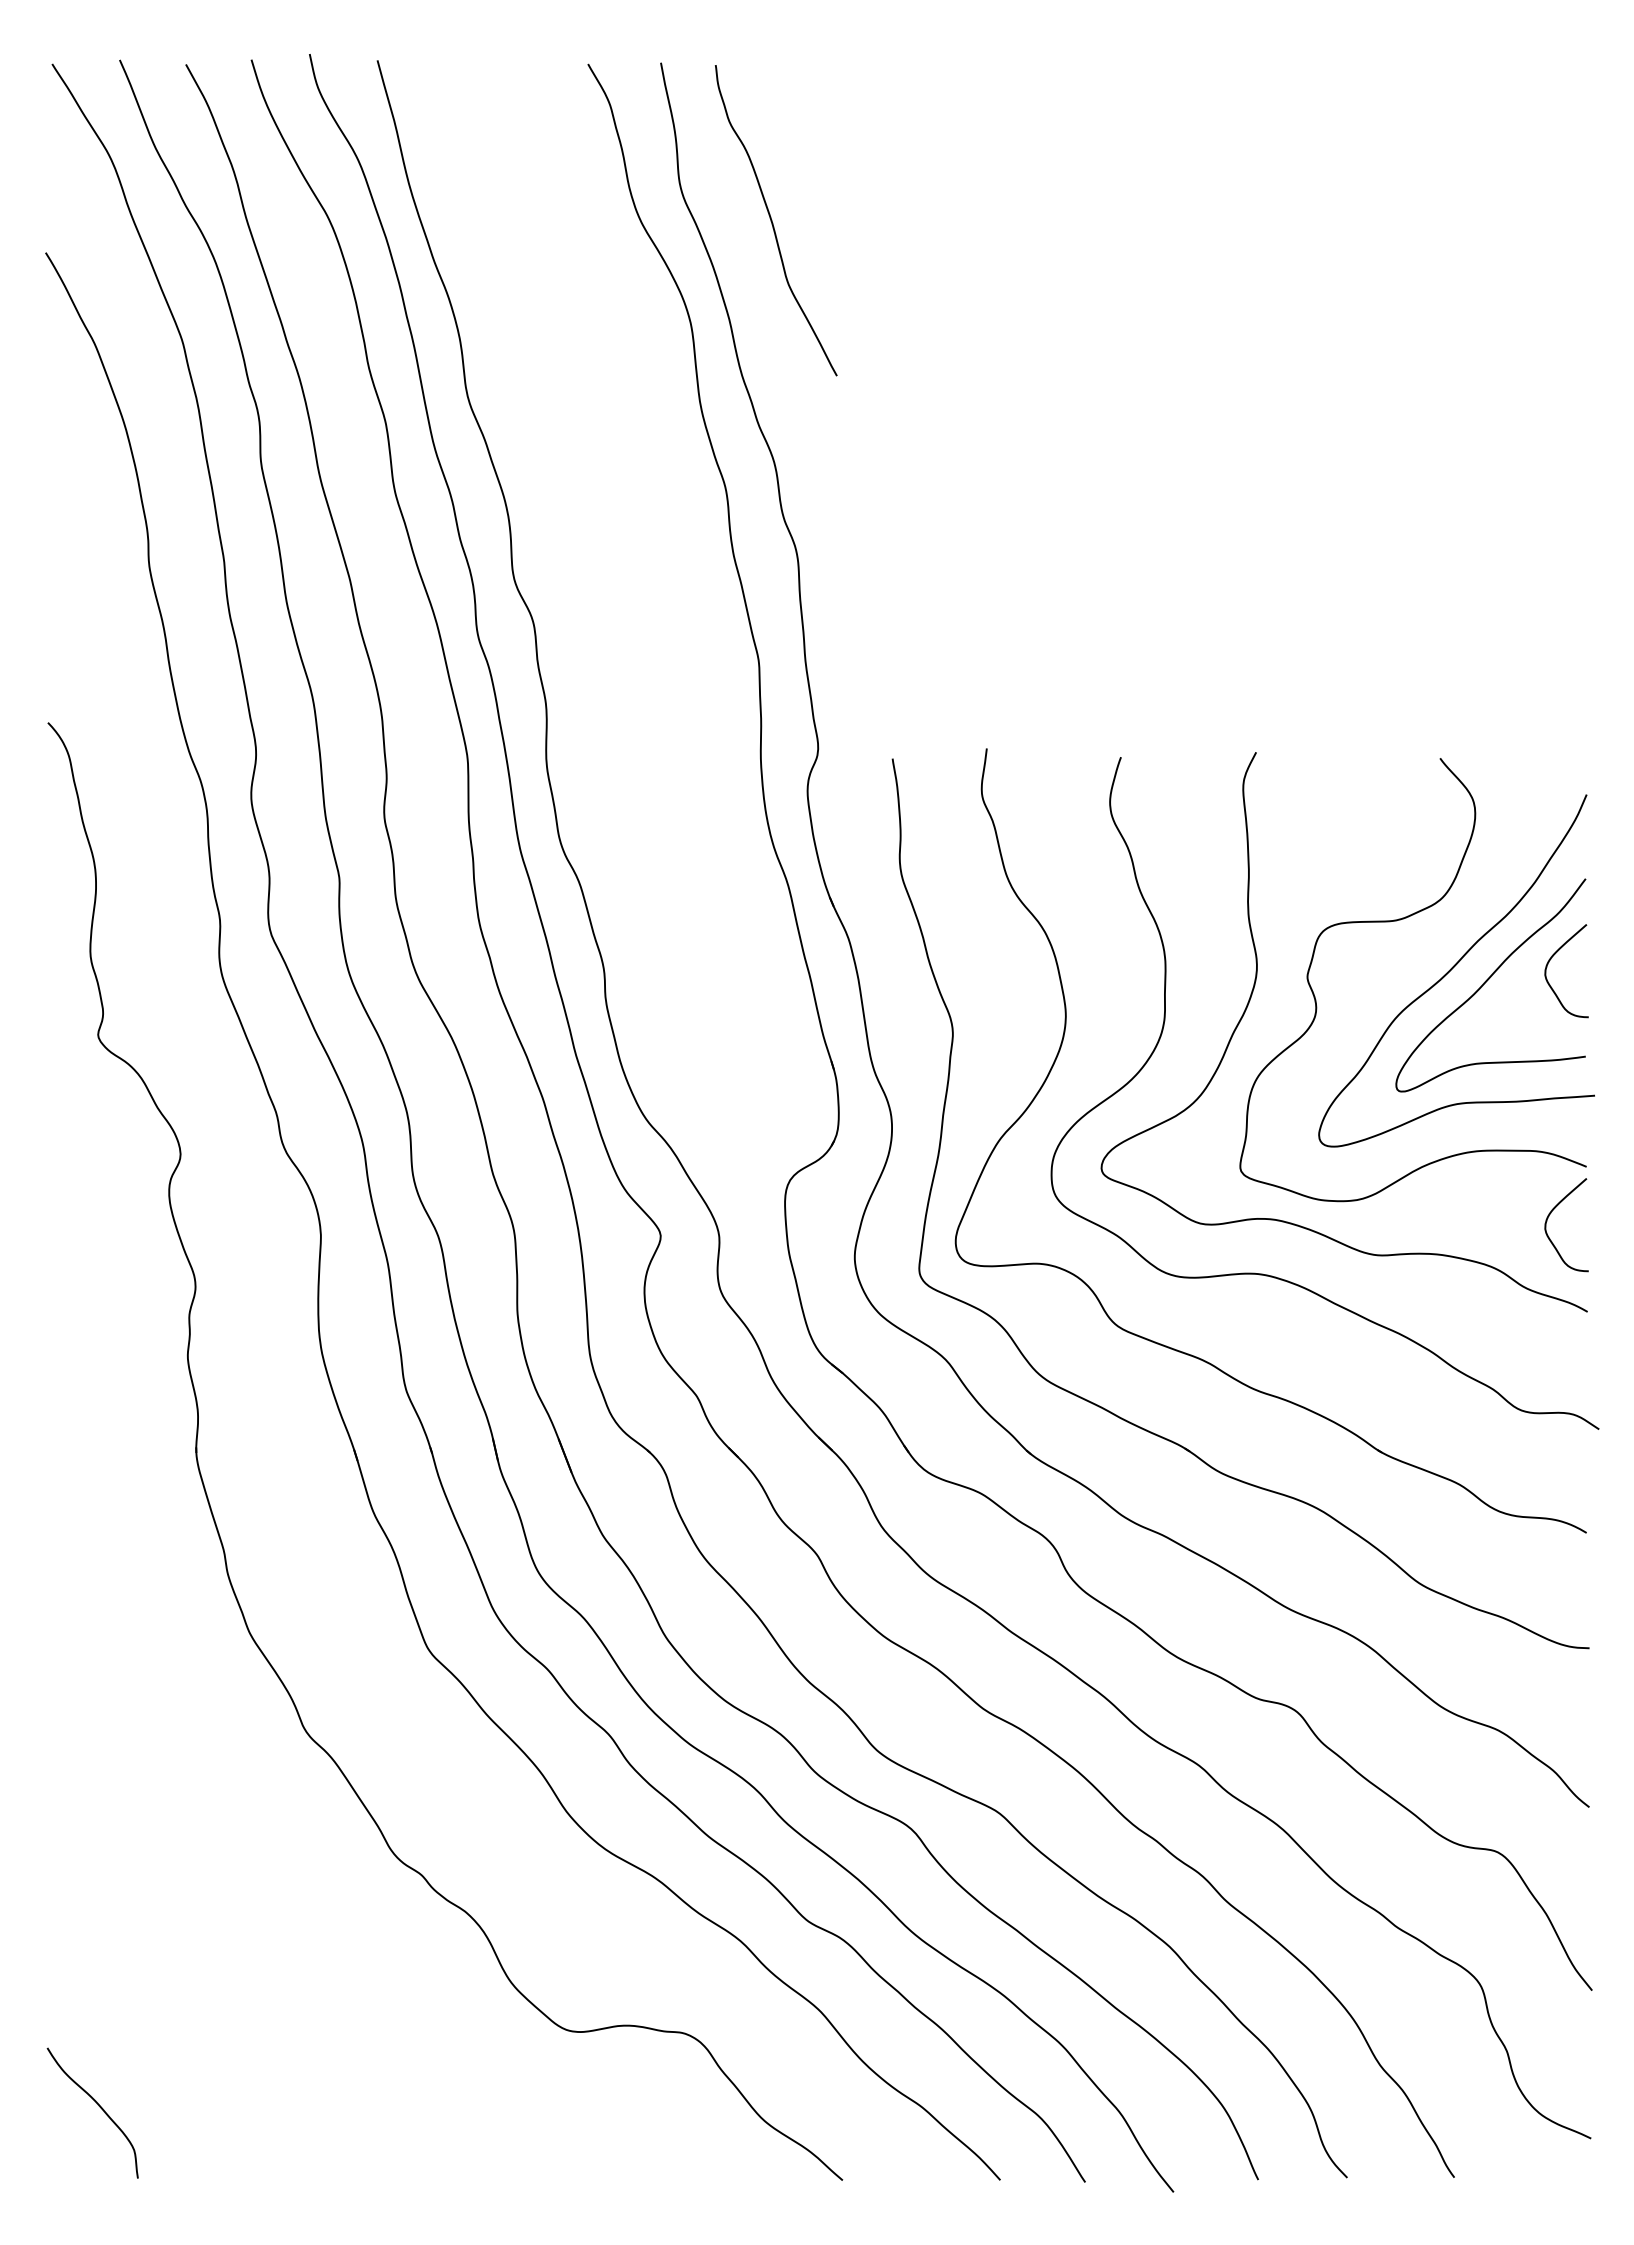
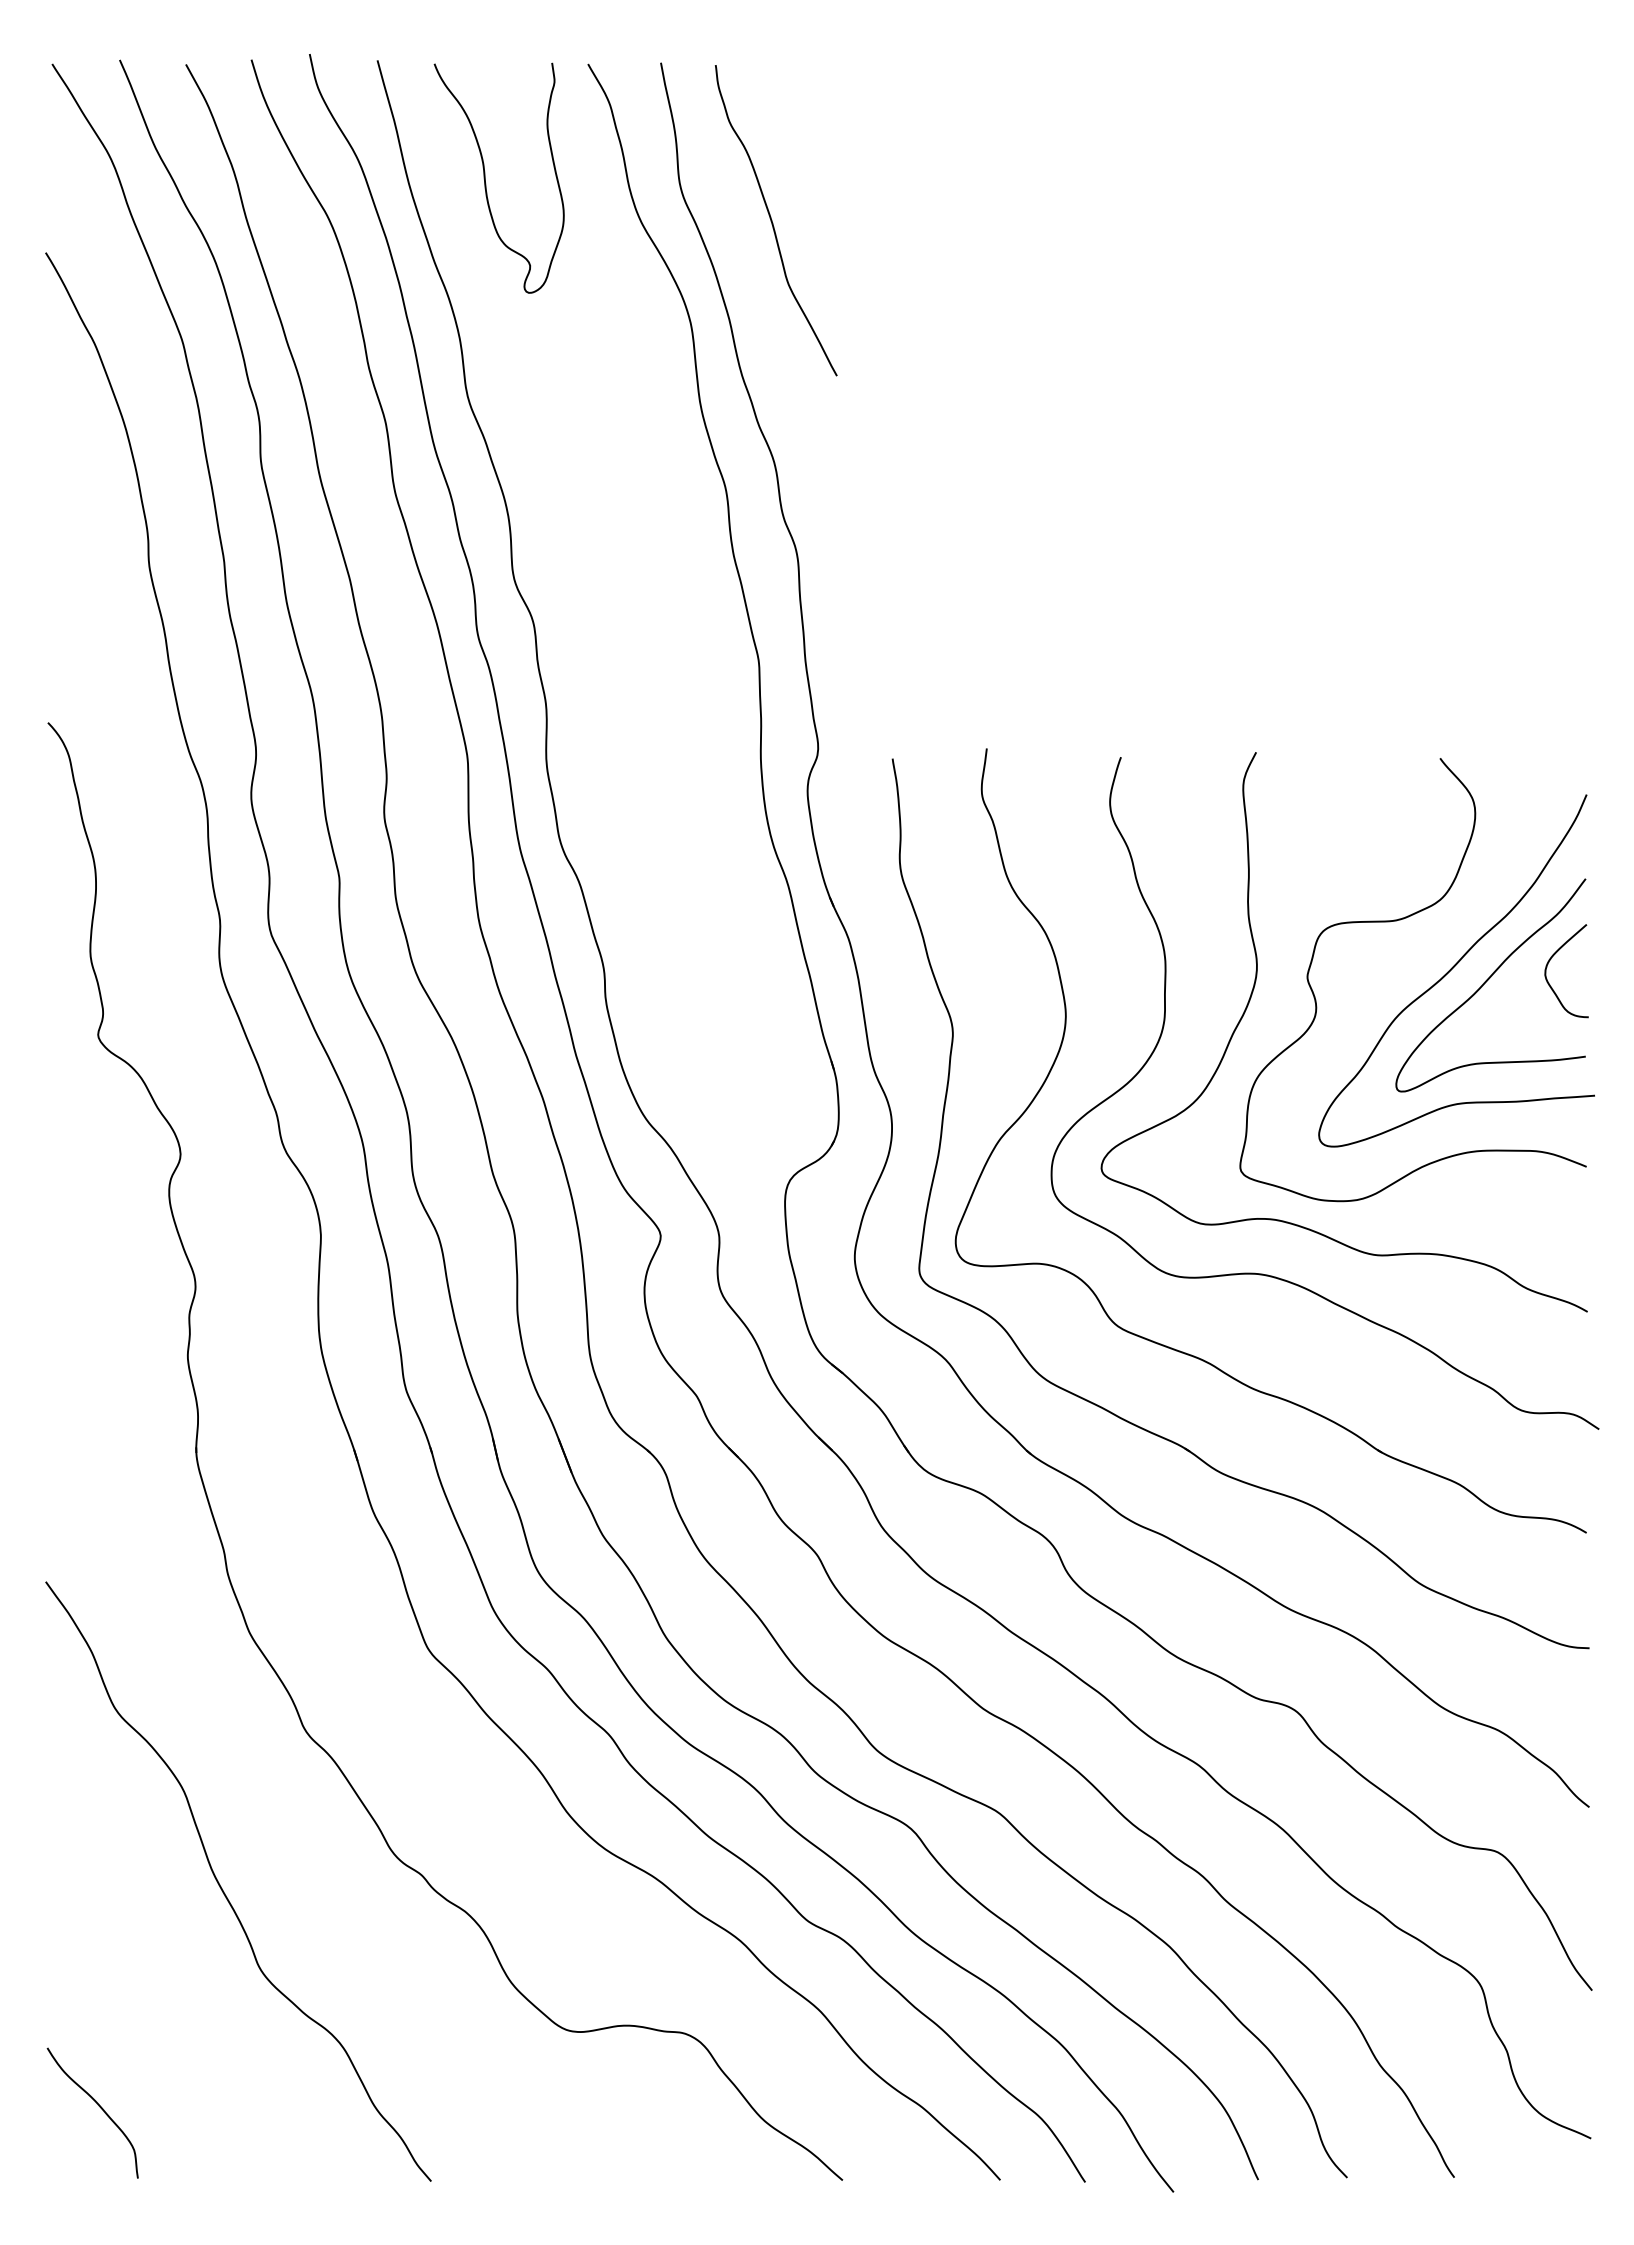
curve at (485, 177): none -> present
curve at (1551, 1213): present -> none
curve at (224, 1891): none -> present
